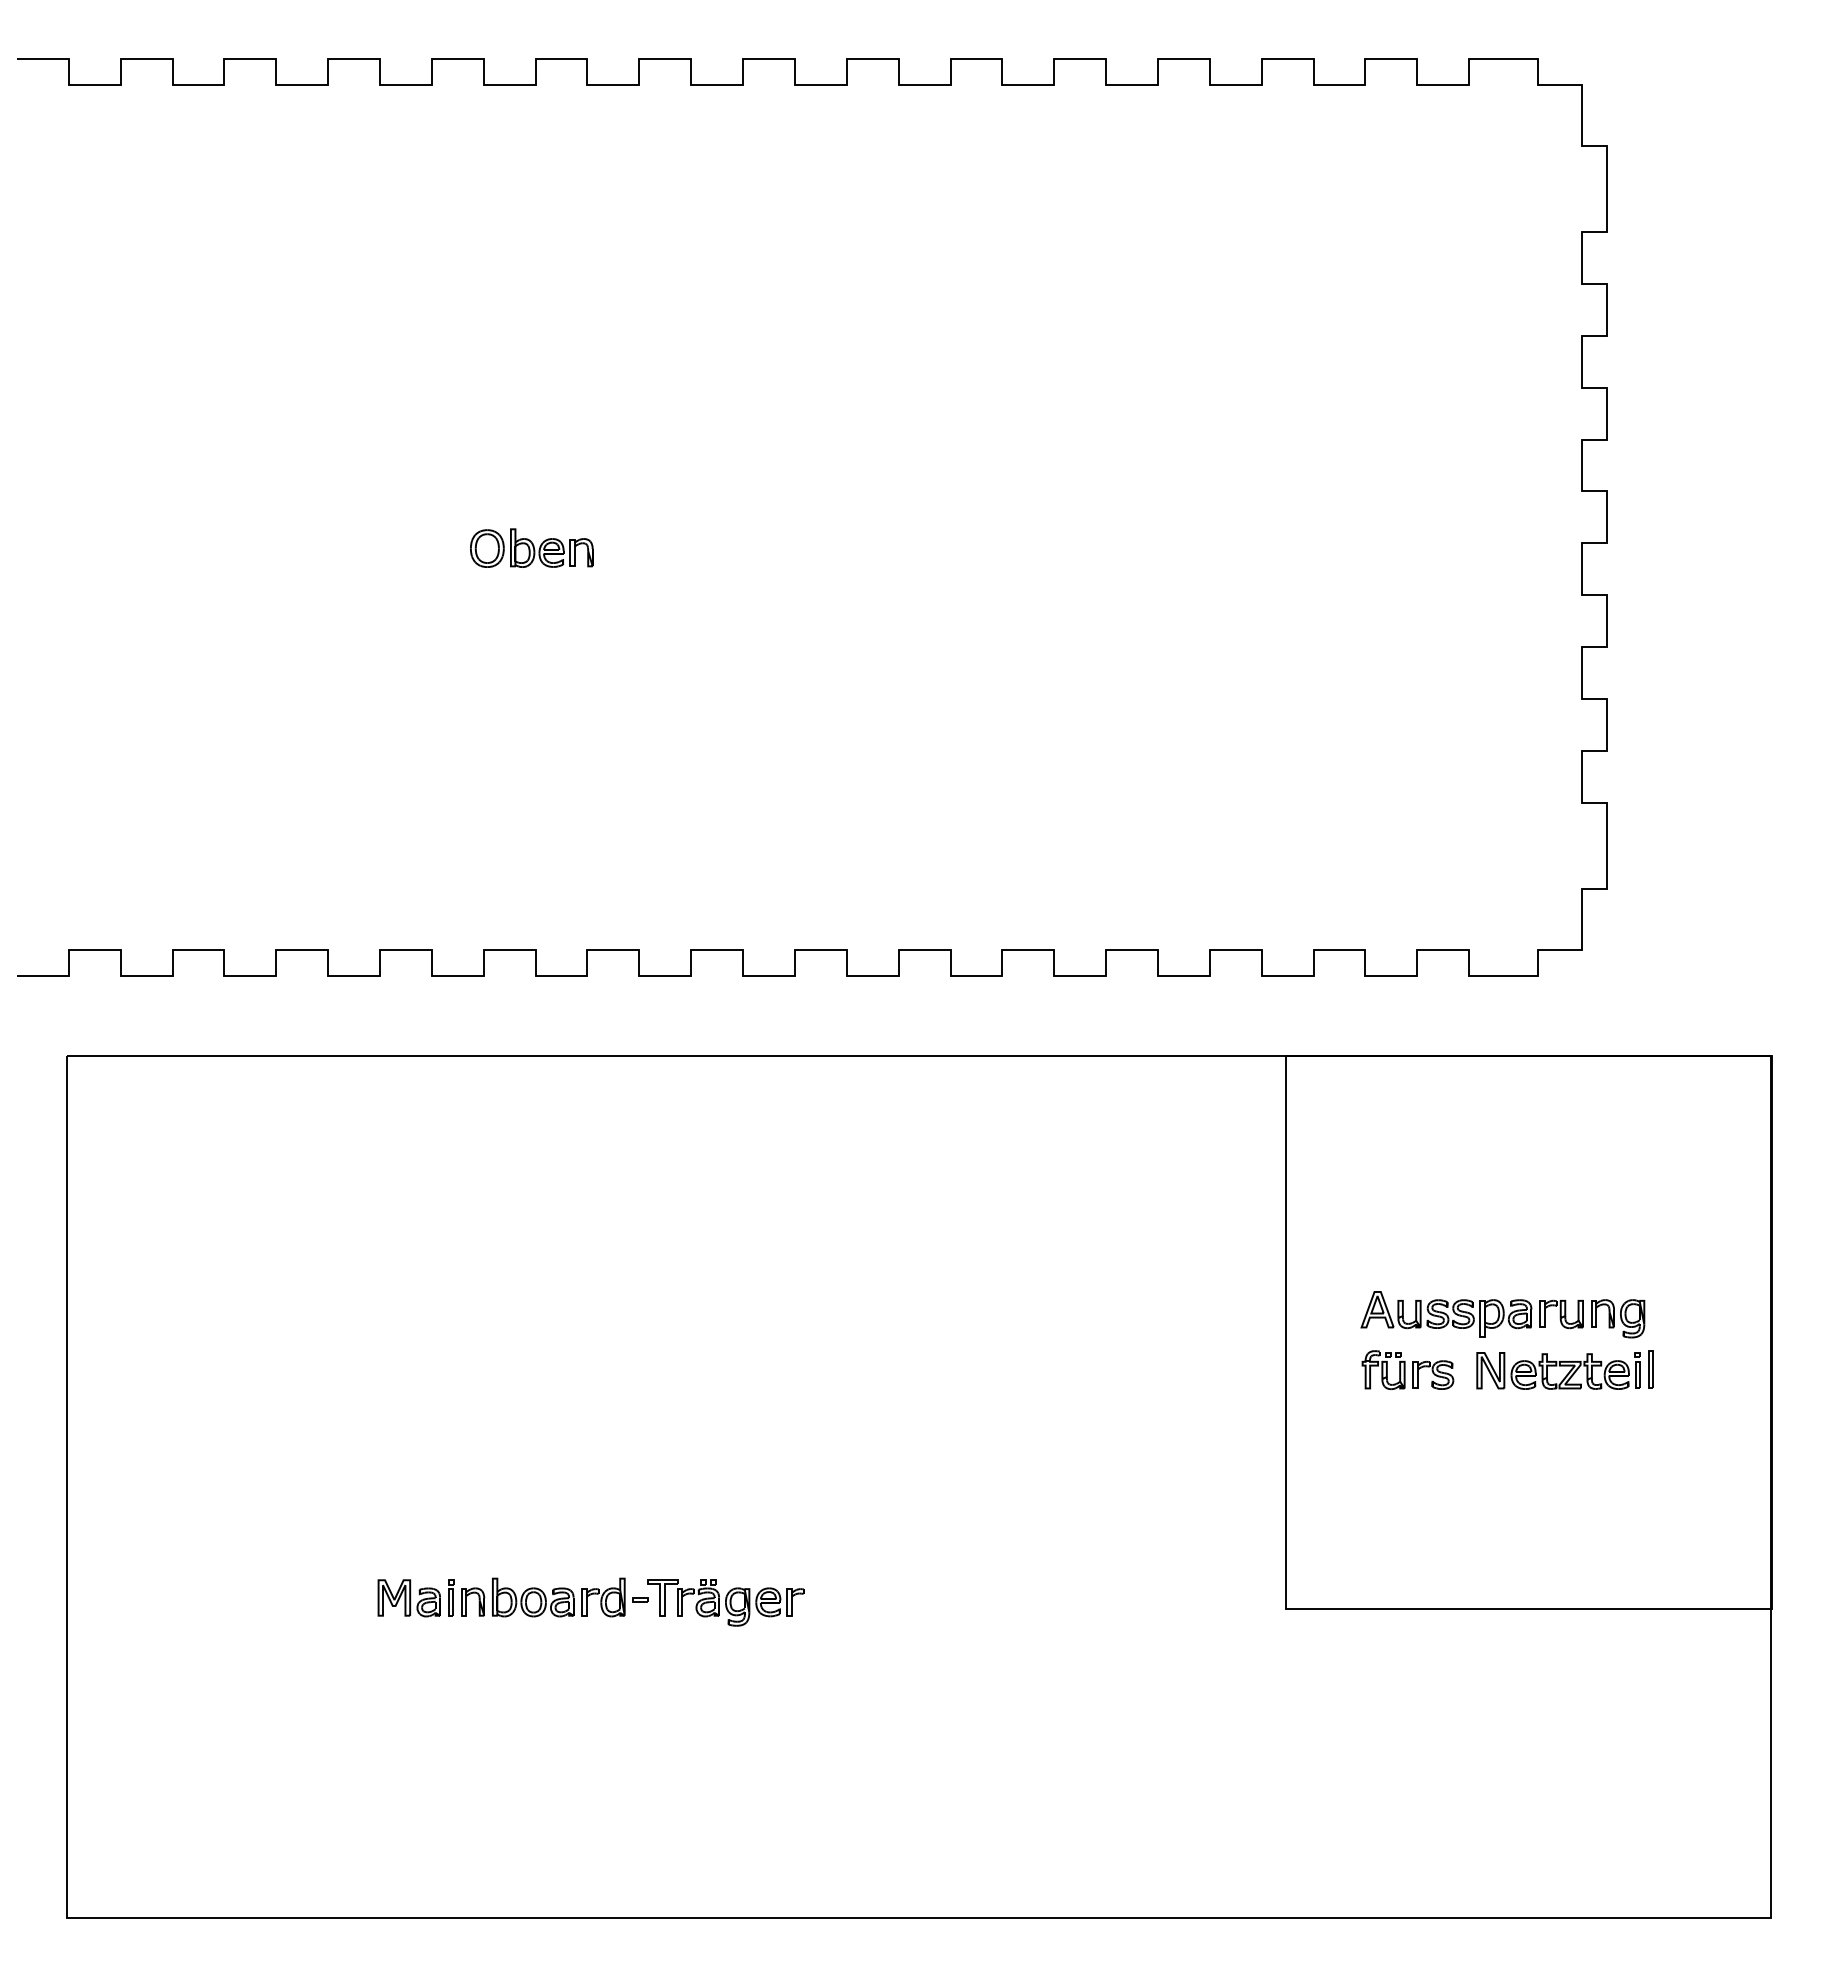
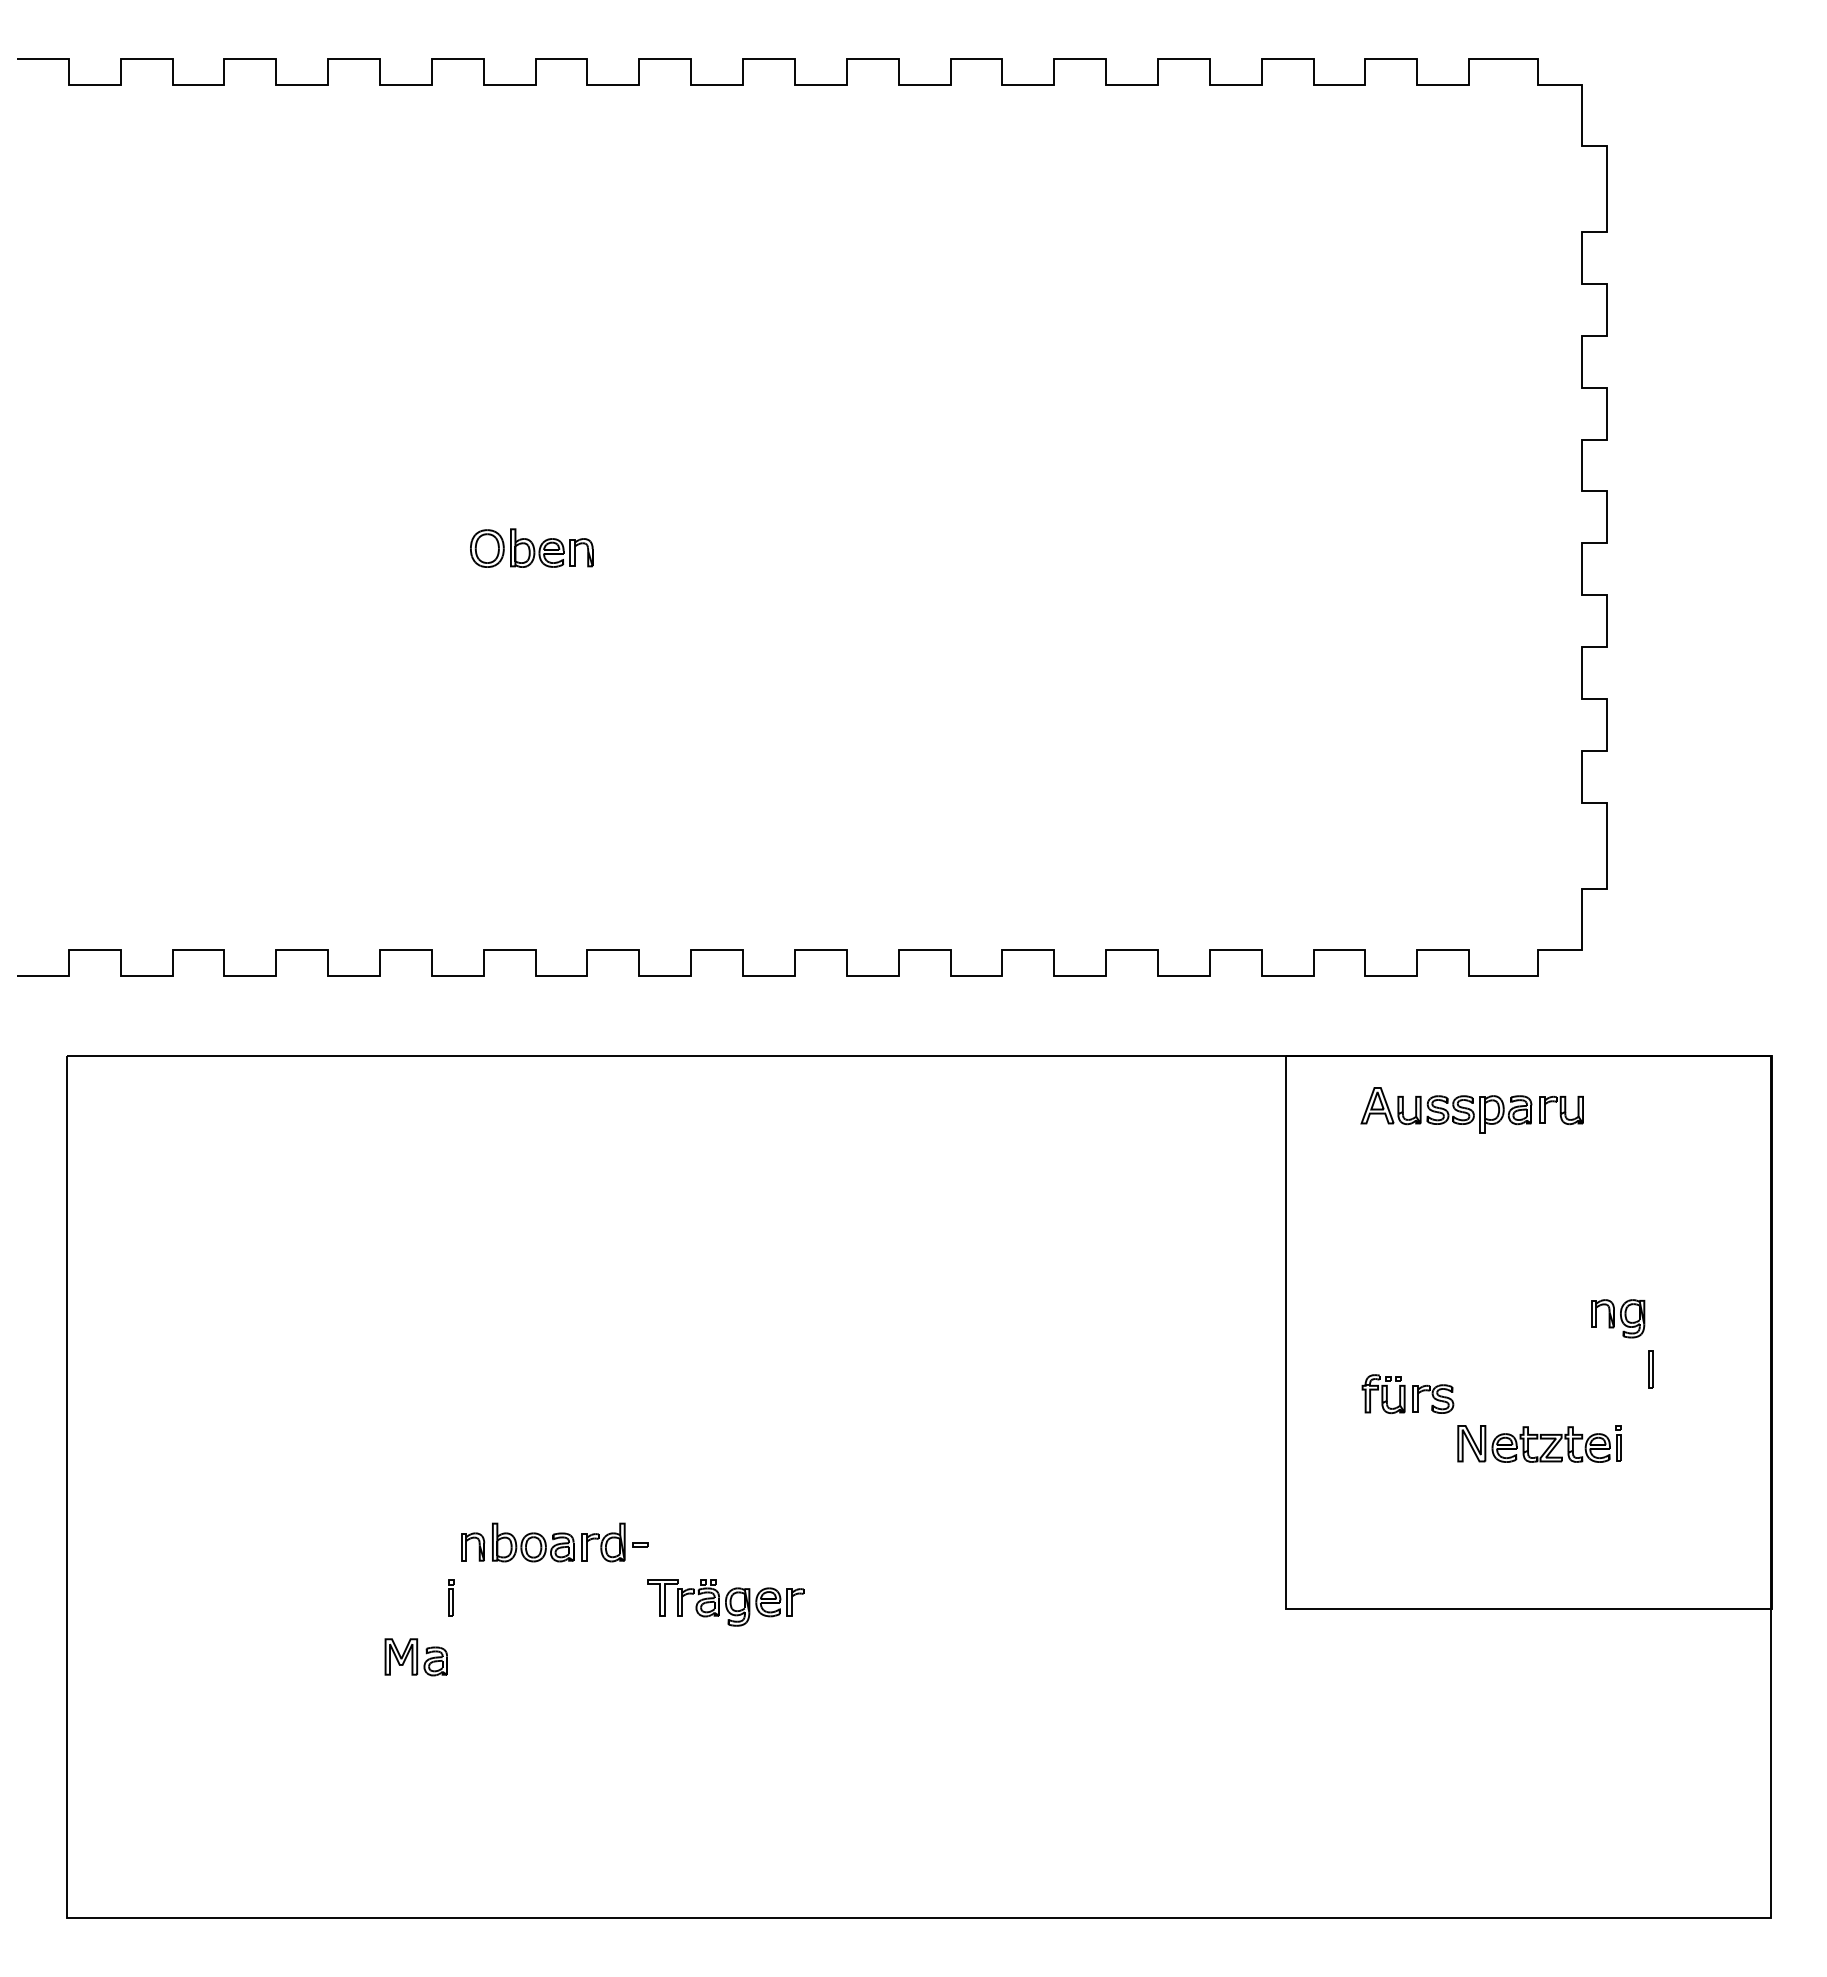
part at (1471, 1314) position: (1471, 1314) -> (1471, 1110)
part at (1407, 1370) position: (1407, 1370) -> (1407, 1394)
part at (1558, 1370) position: (1558, 1370) -> (1539, 1443)
part at (554, 1597) position: (554, 1597) -> (554, 1542)
part at (408, 1598) position: (408, 1598) -> (415, 1657)
